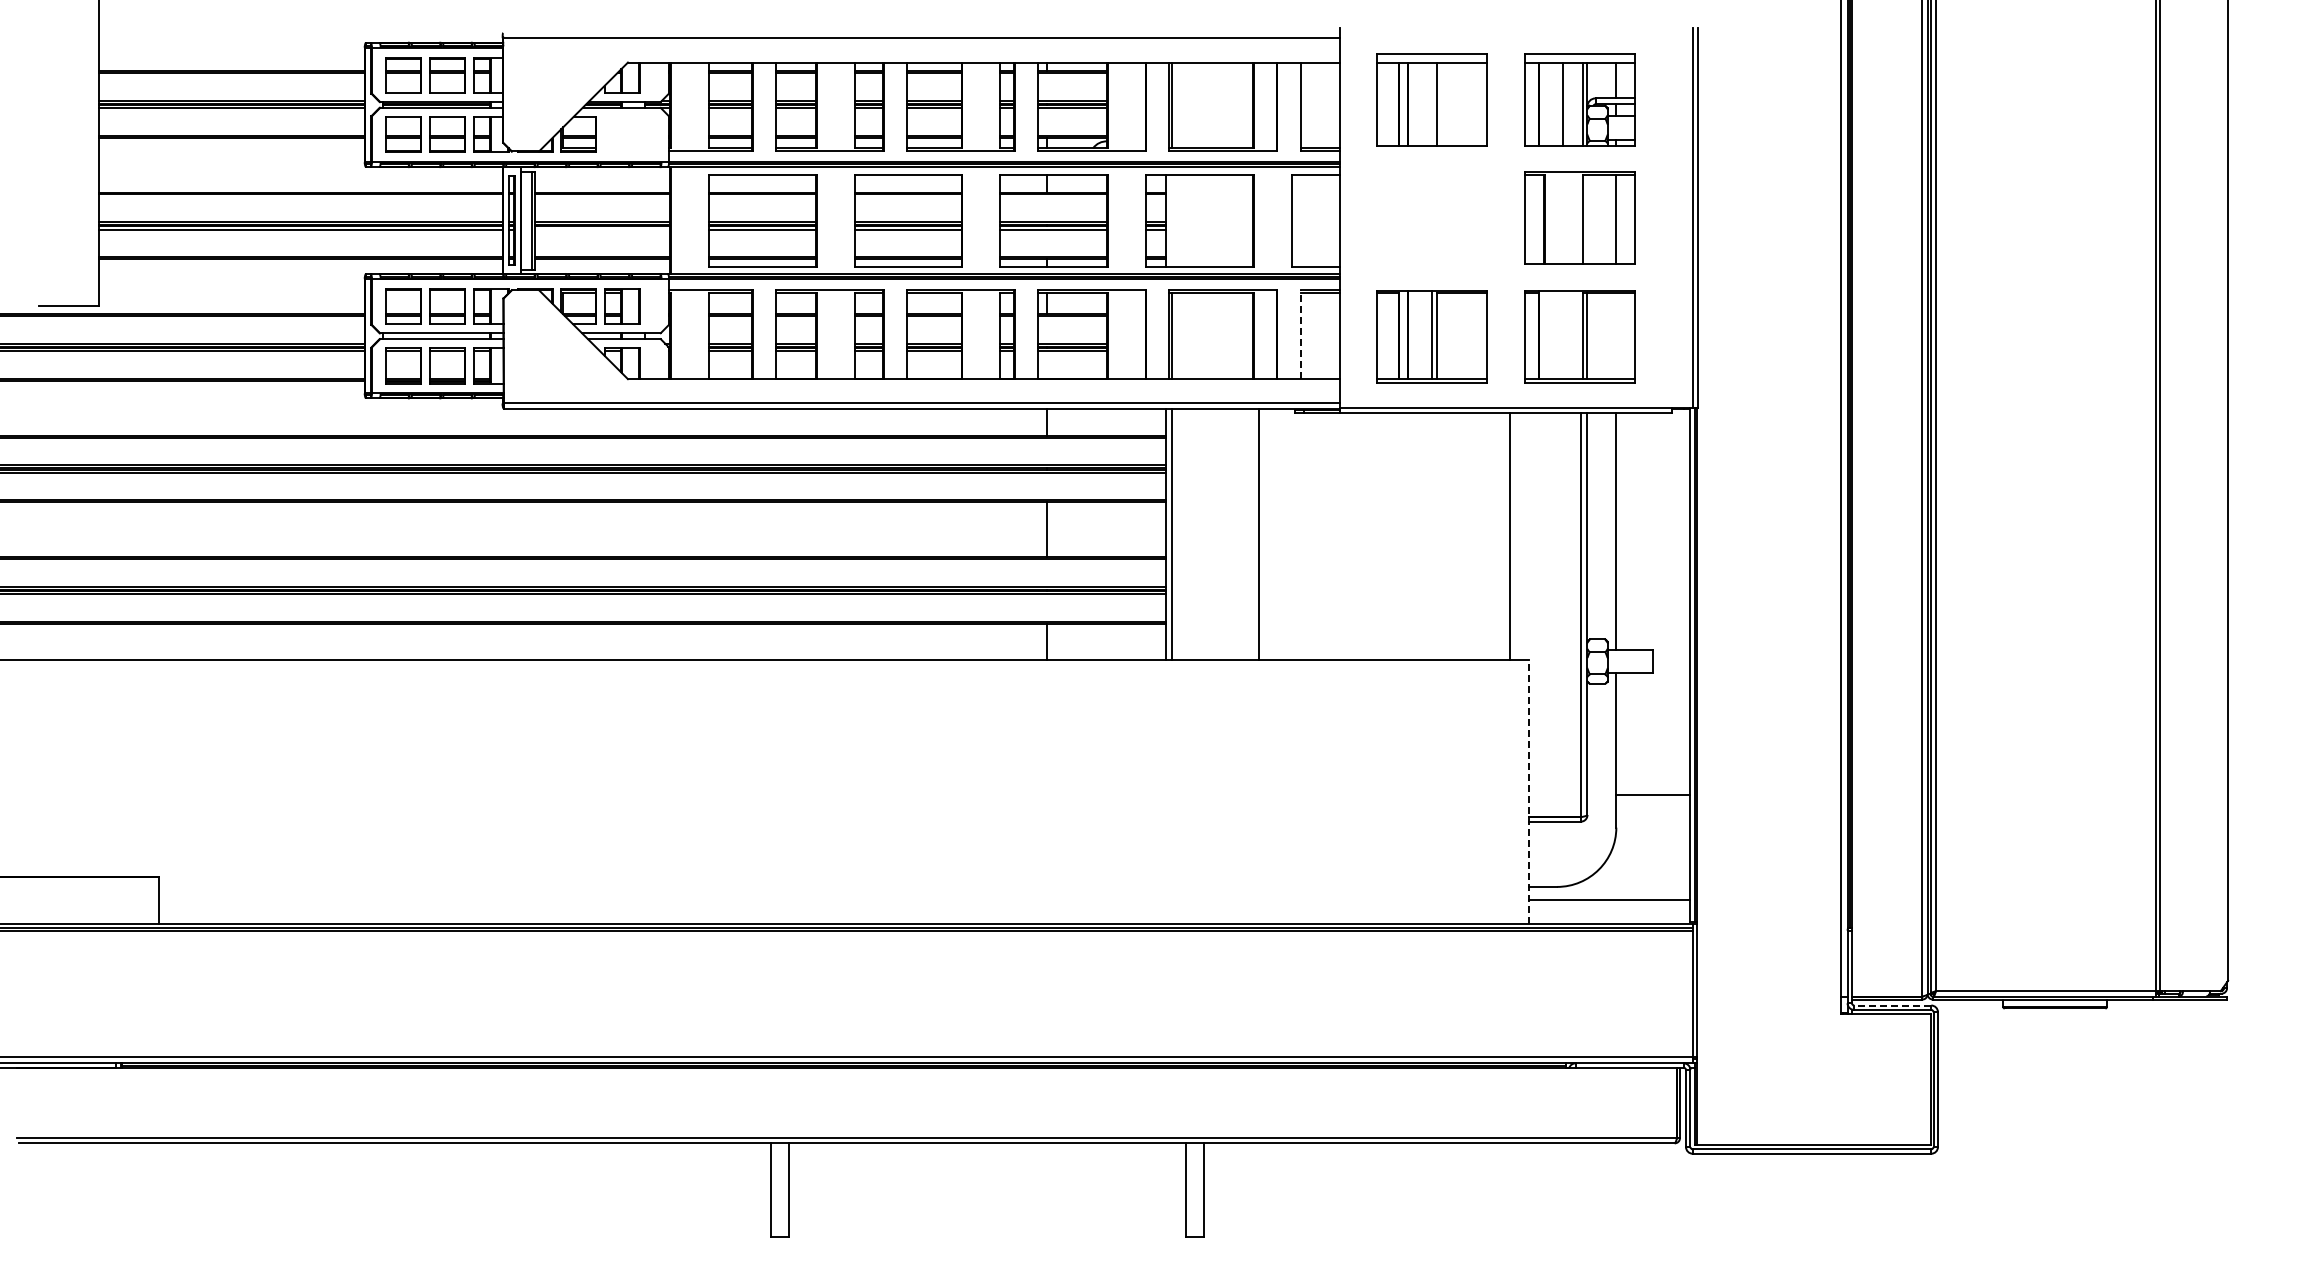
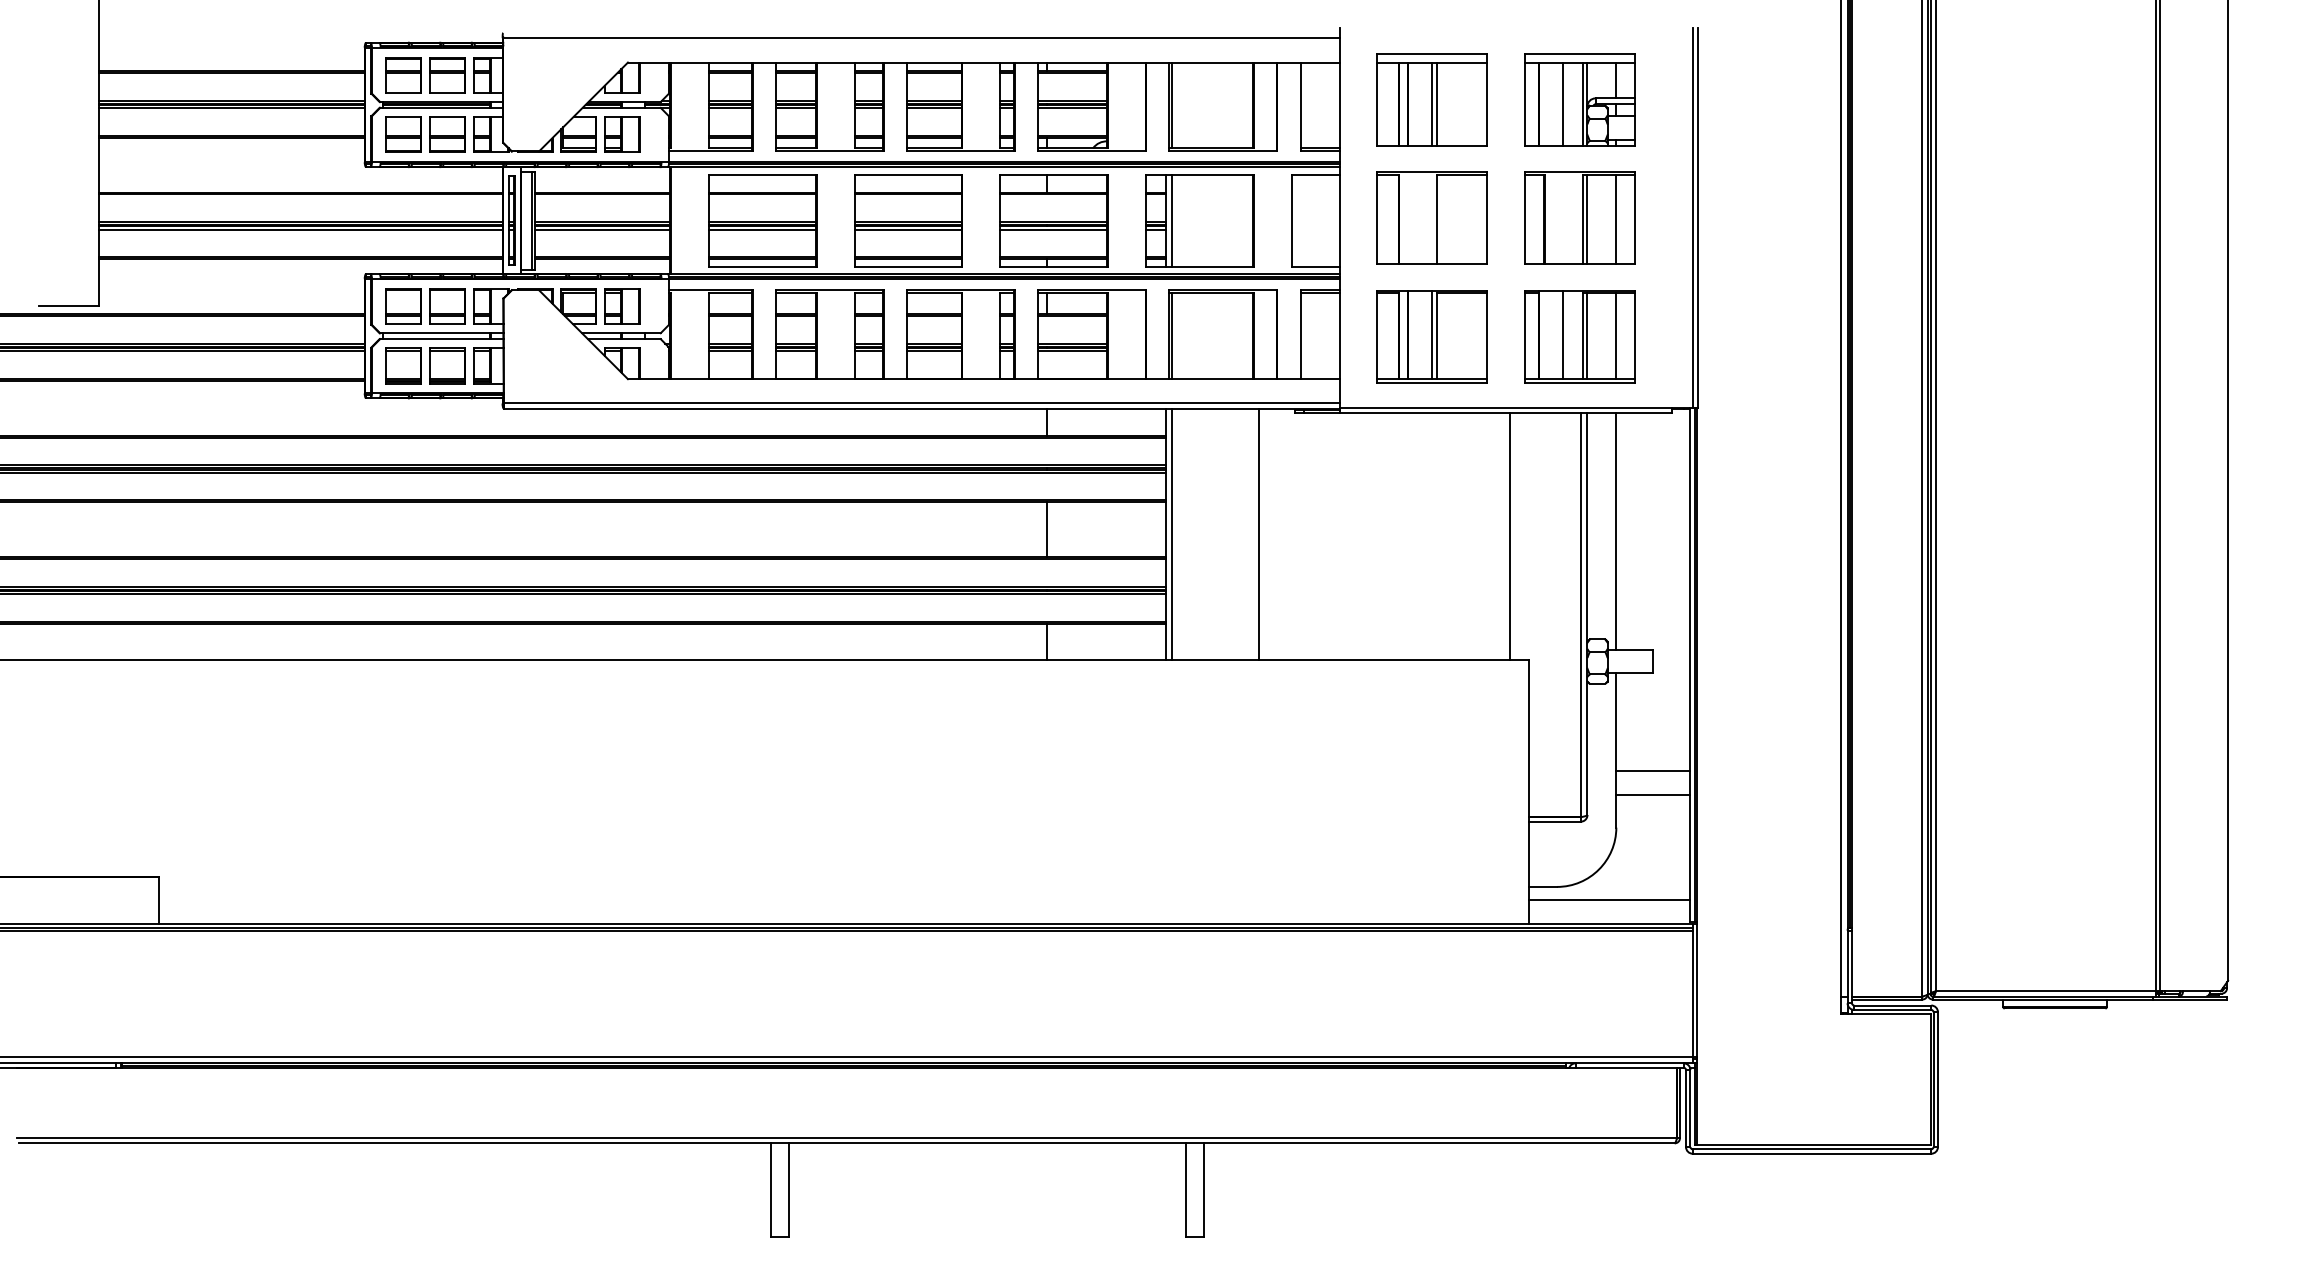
line at (1431, 103): none -> present
part at (622, 134): none -> present
part at (1431, 217): none -> present
line at (1587, 219): none -> present
line at (1172, 220): none -> present
line at (602, 229): none -> present
line at (1300, 334): dashed -> solid
line at (1562, 334): none -> present
line at (1616, 336): none -> present
line at (1653, 771): none -> present
line at (1528, 792): dashed -> solid
line at (1892, 1005): dashed -> solid
